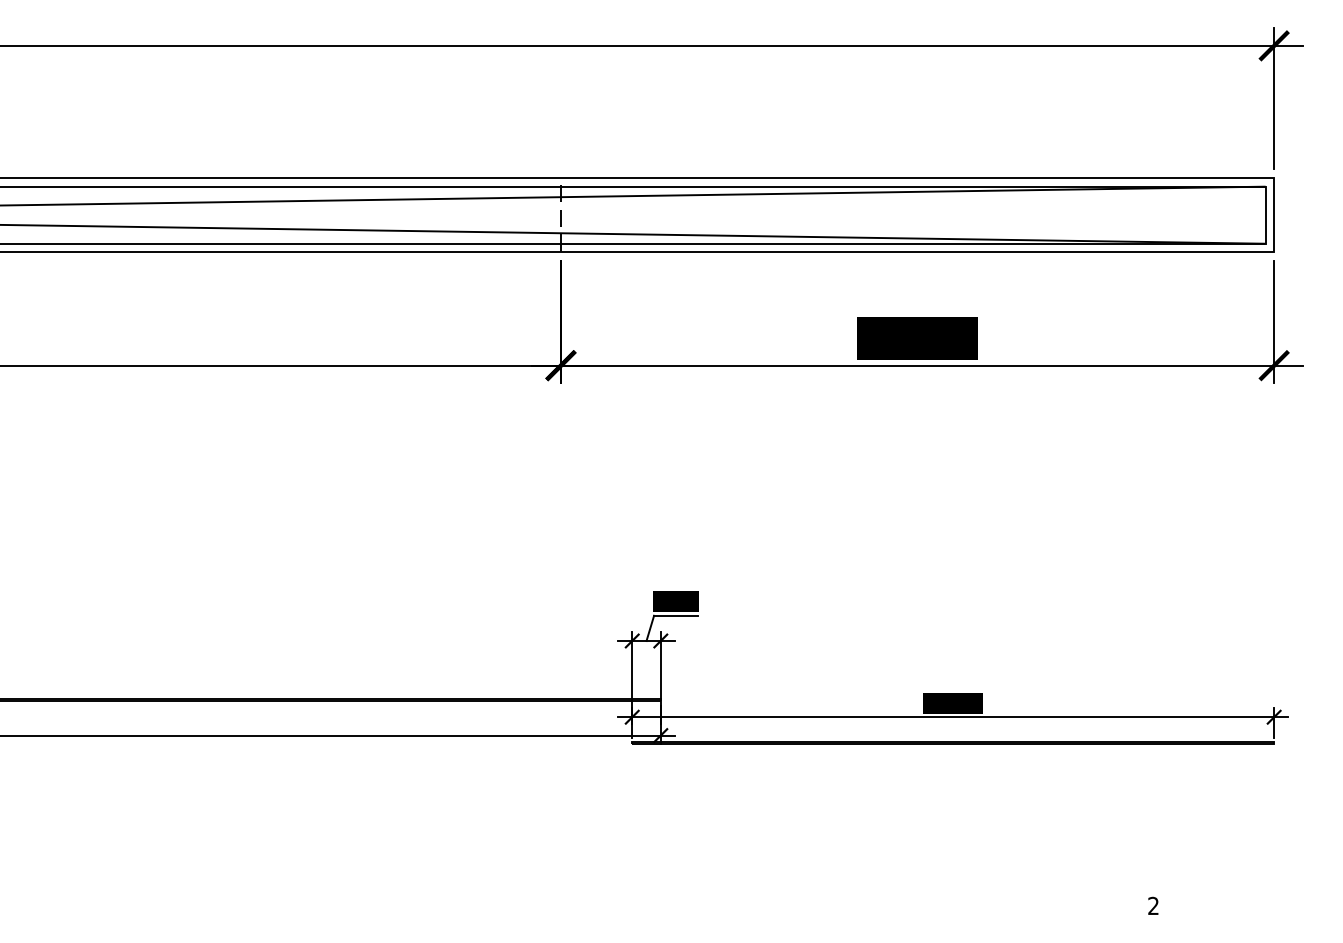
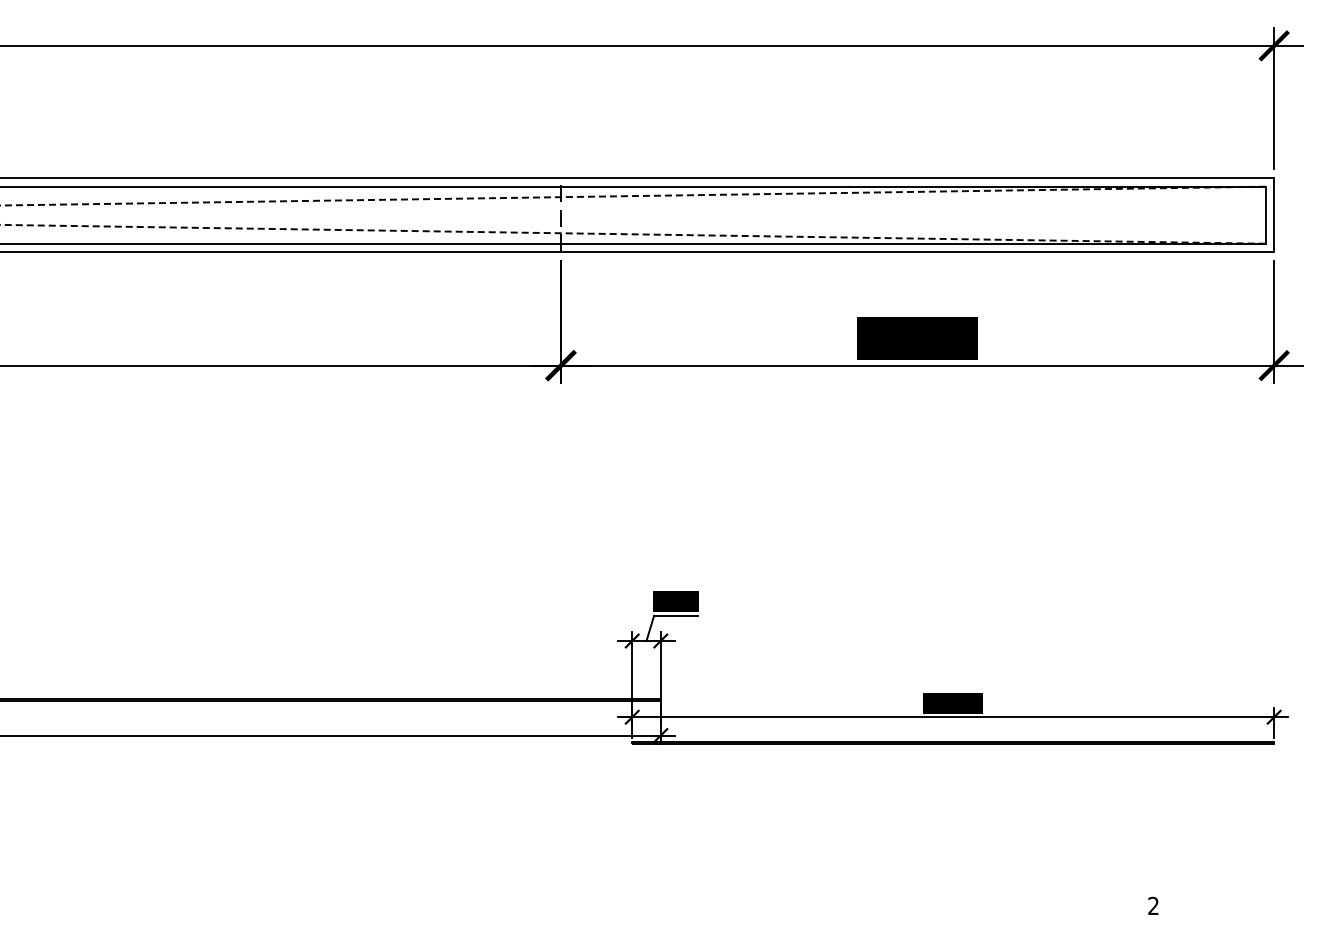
line at (633, 196): solid -> dashed
line at (632, 234): solid -> dashed
